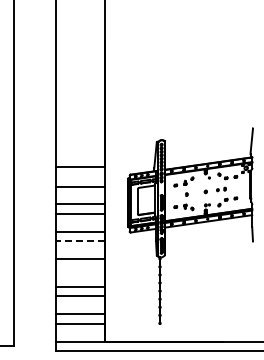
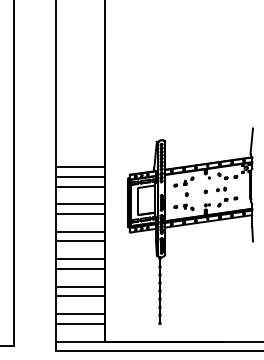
line at (80, 176): none -> present
line at (80, 241): dashed -> solid
line at (80, 268): none -> present
